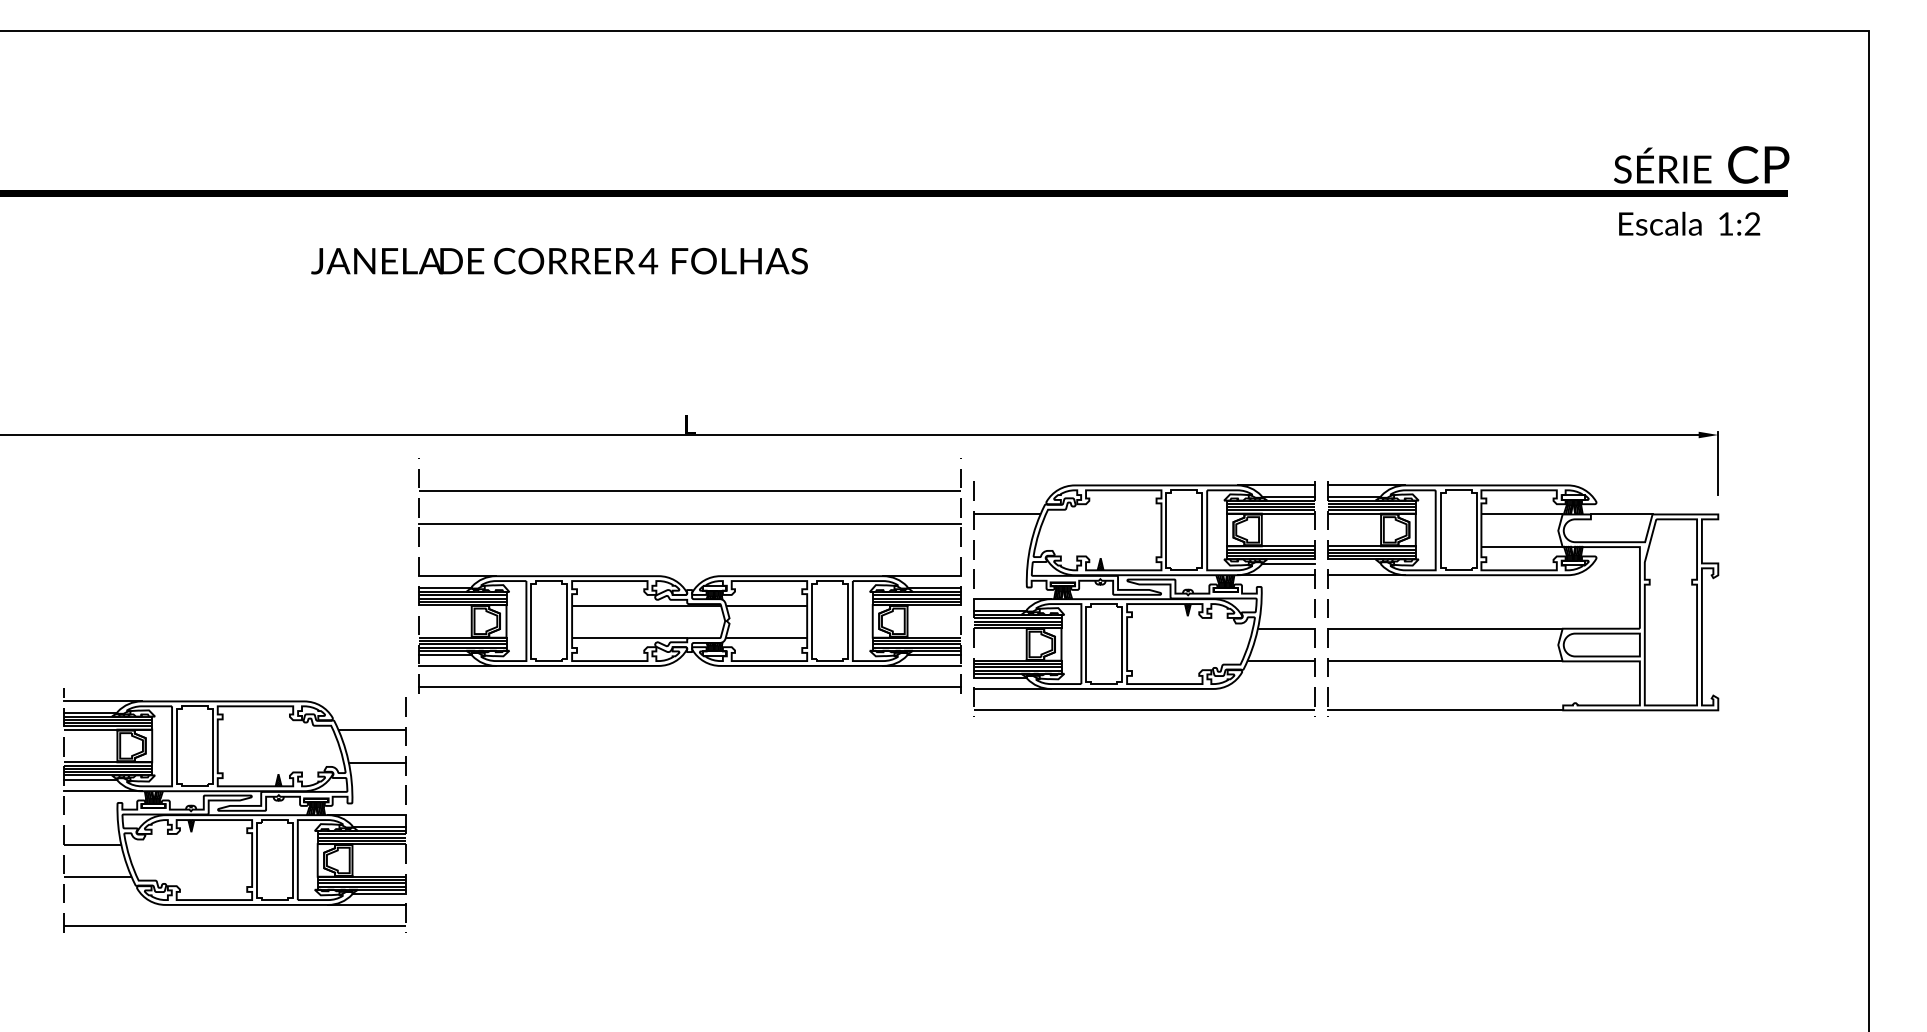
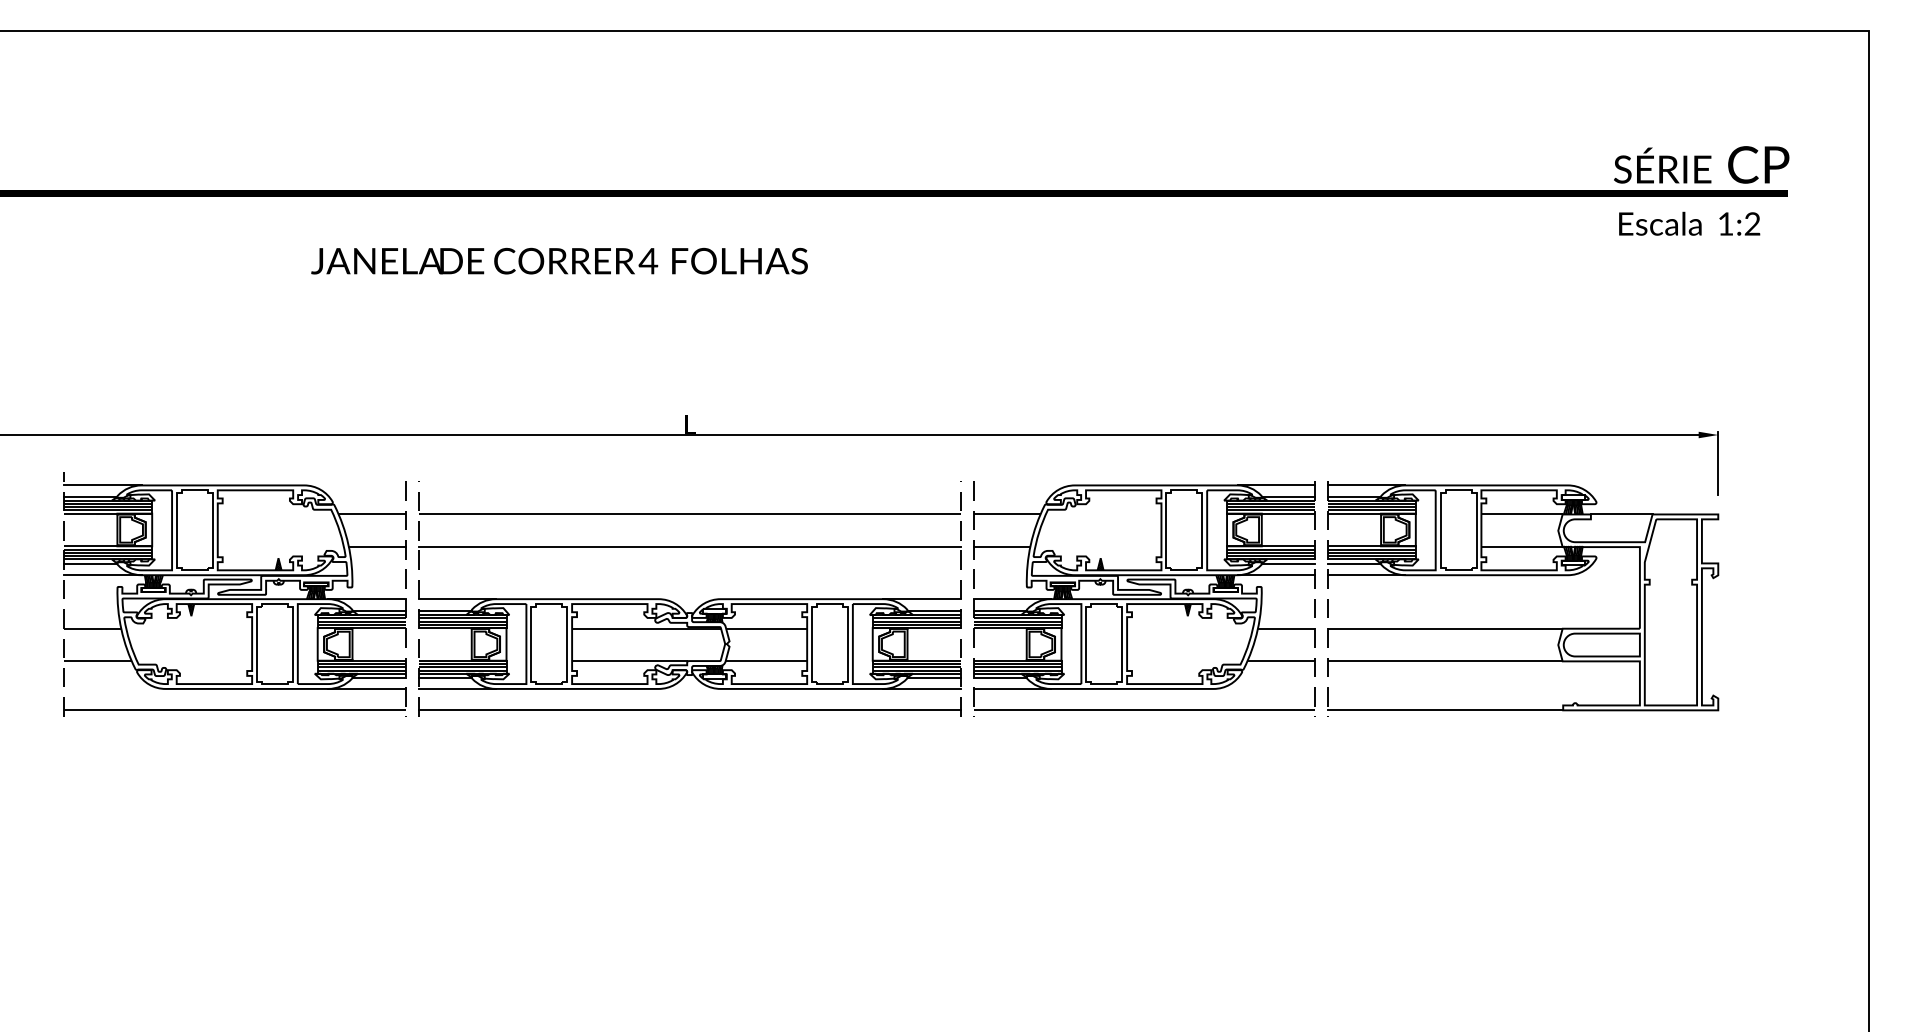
line at (1001, 547): none -> present
line at (1354, 563): none -> present
part at (680, 583) position: (680, 583) -> (680, 606)
part at (234, 810) position: (234, 810) -> (234, 594)
